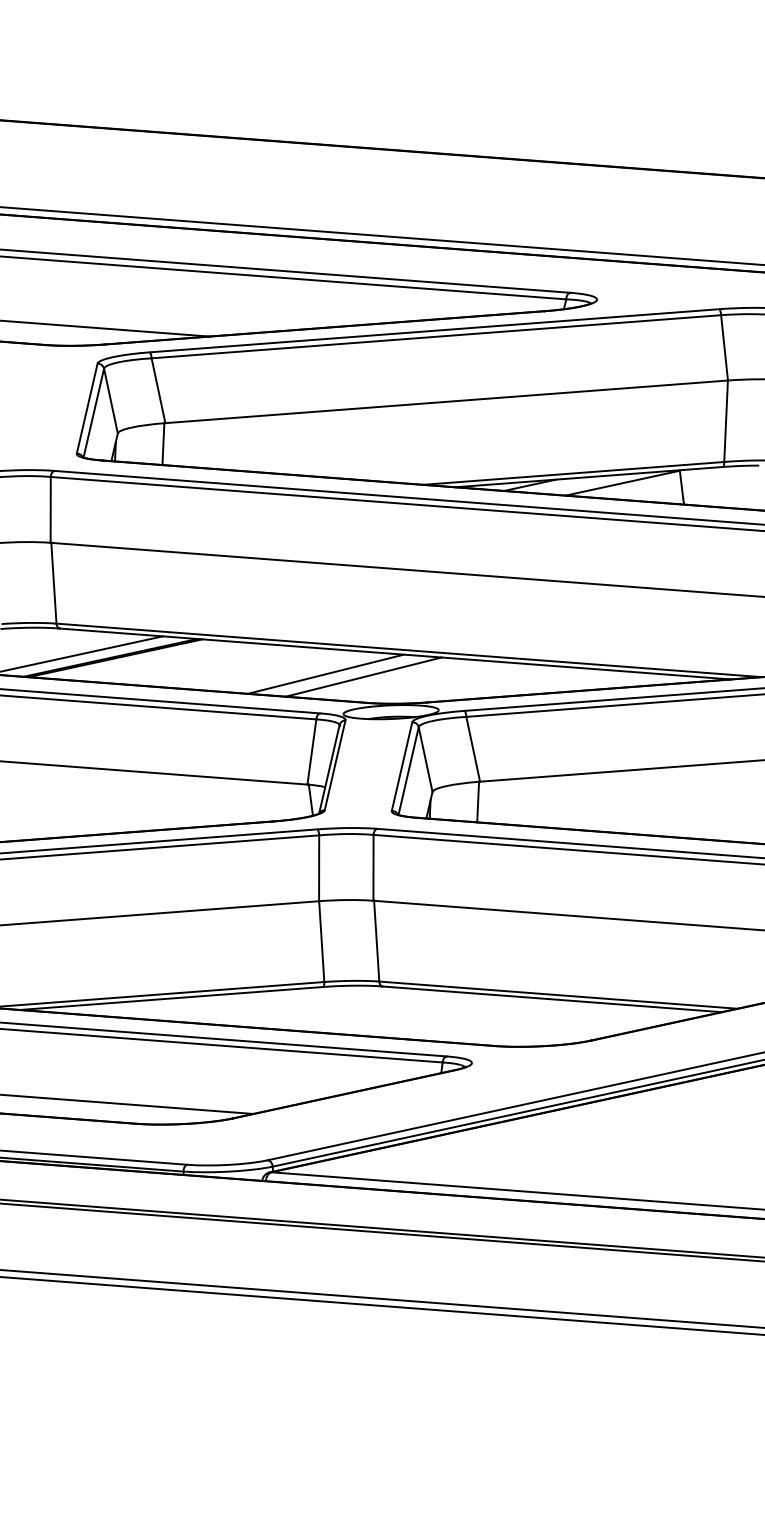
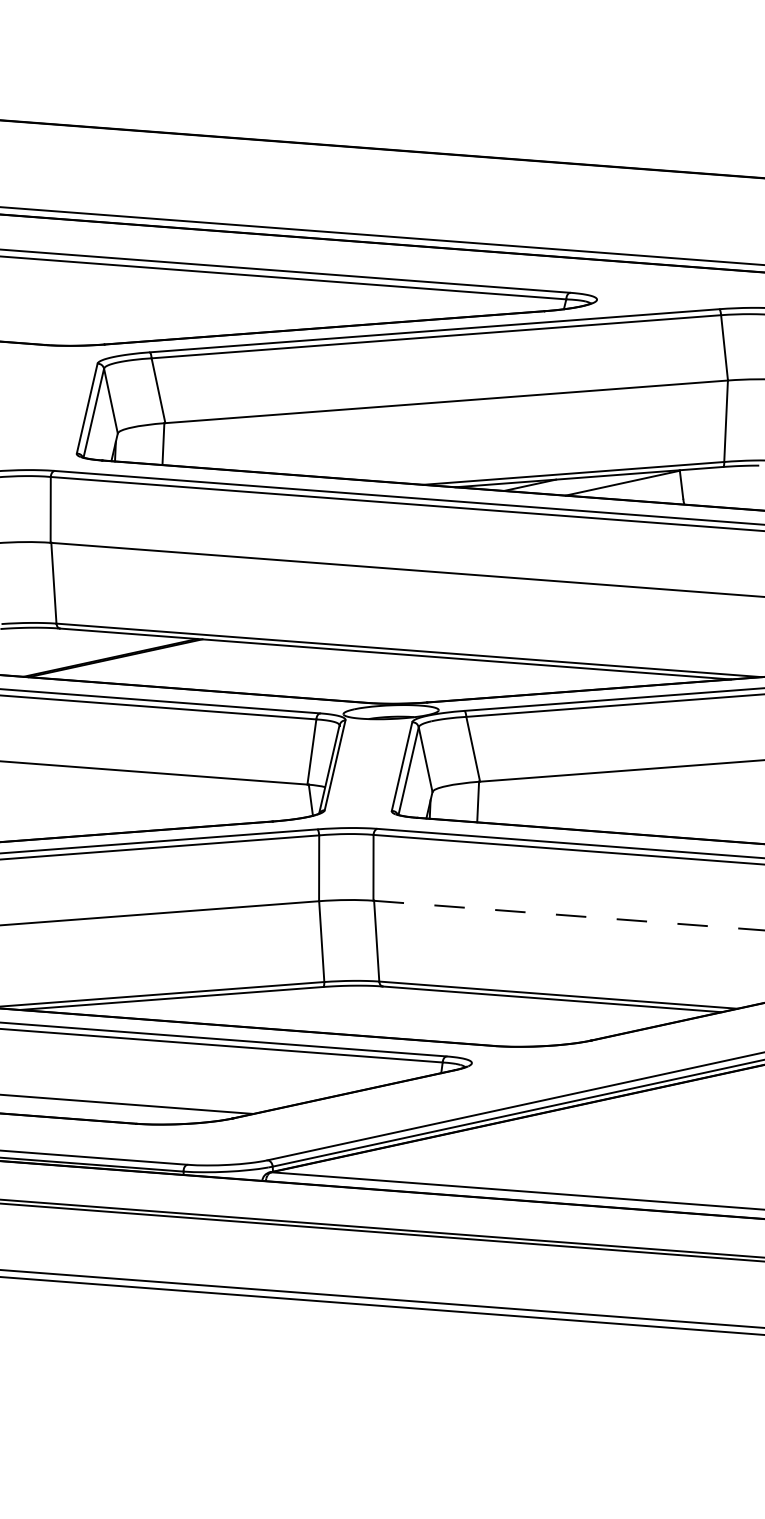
line at (105, 328): present -> none
line at (82, 653): present -> none
line at (325, 673): present -> none
line at (363, 676): present -> none
line at (568, 915): solid -> dashed
